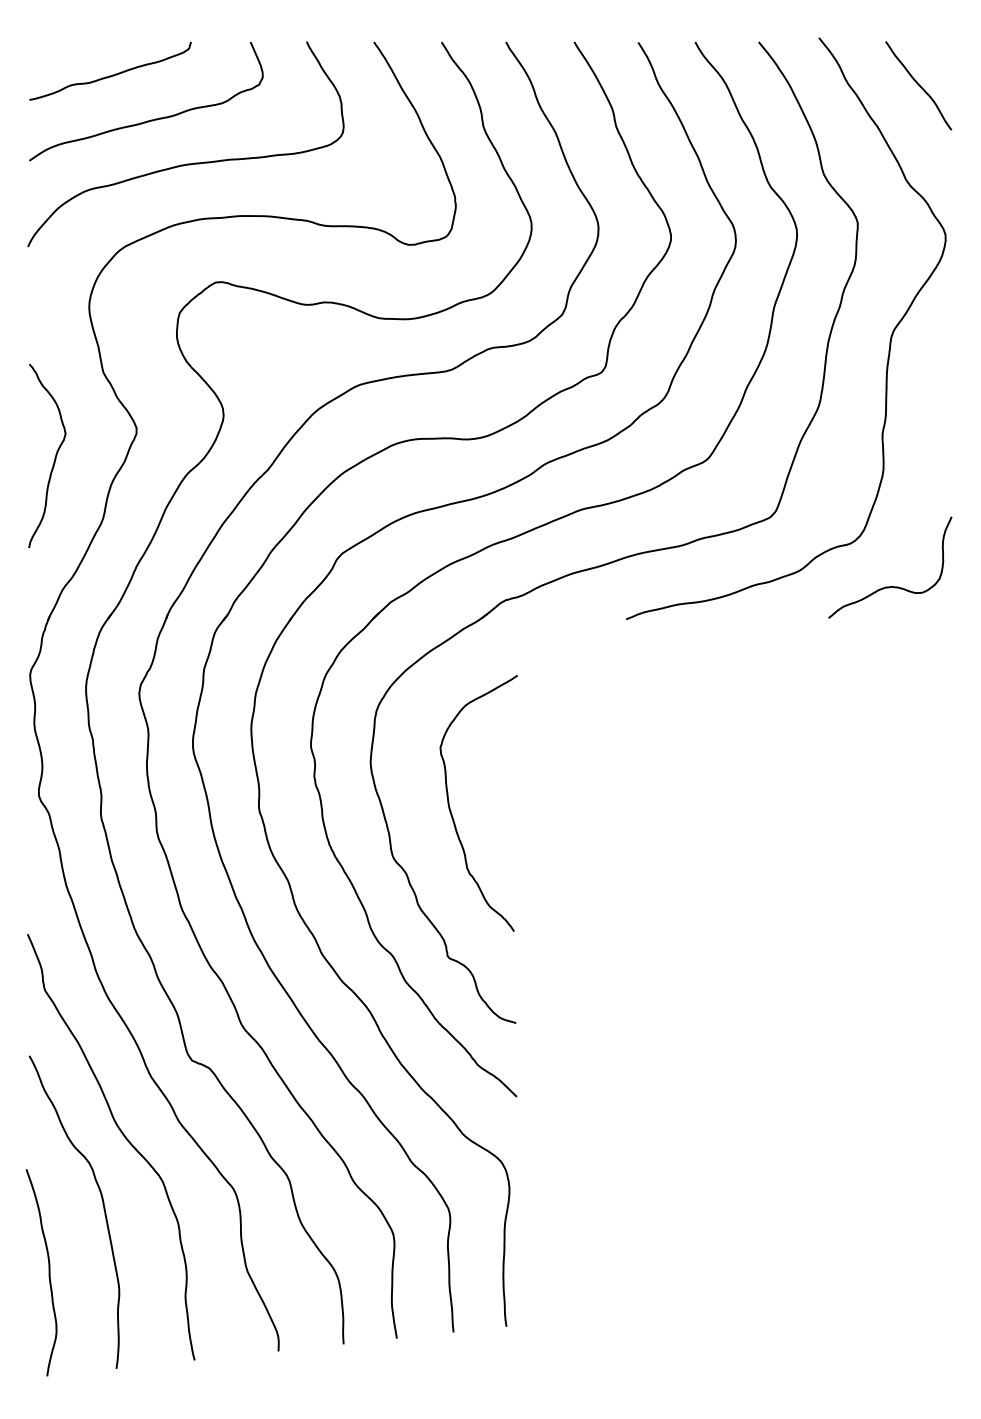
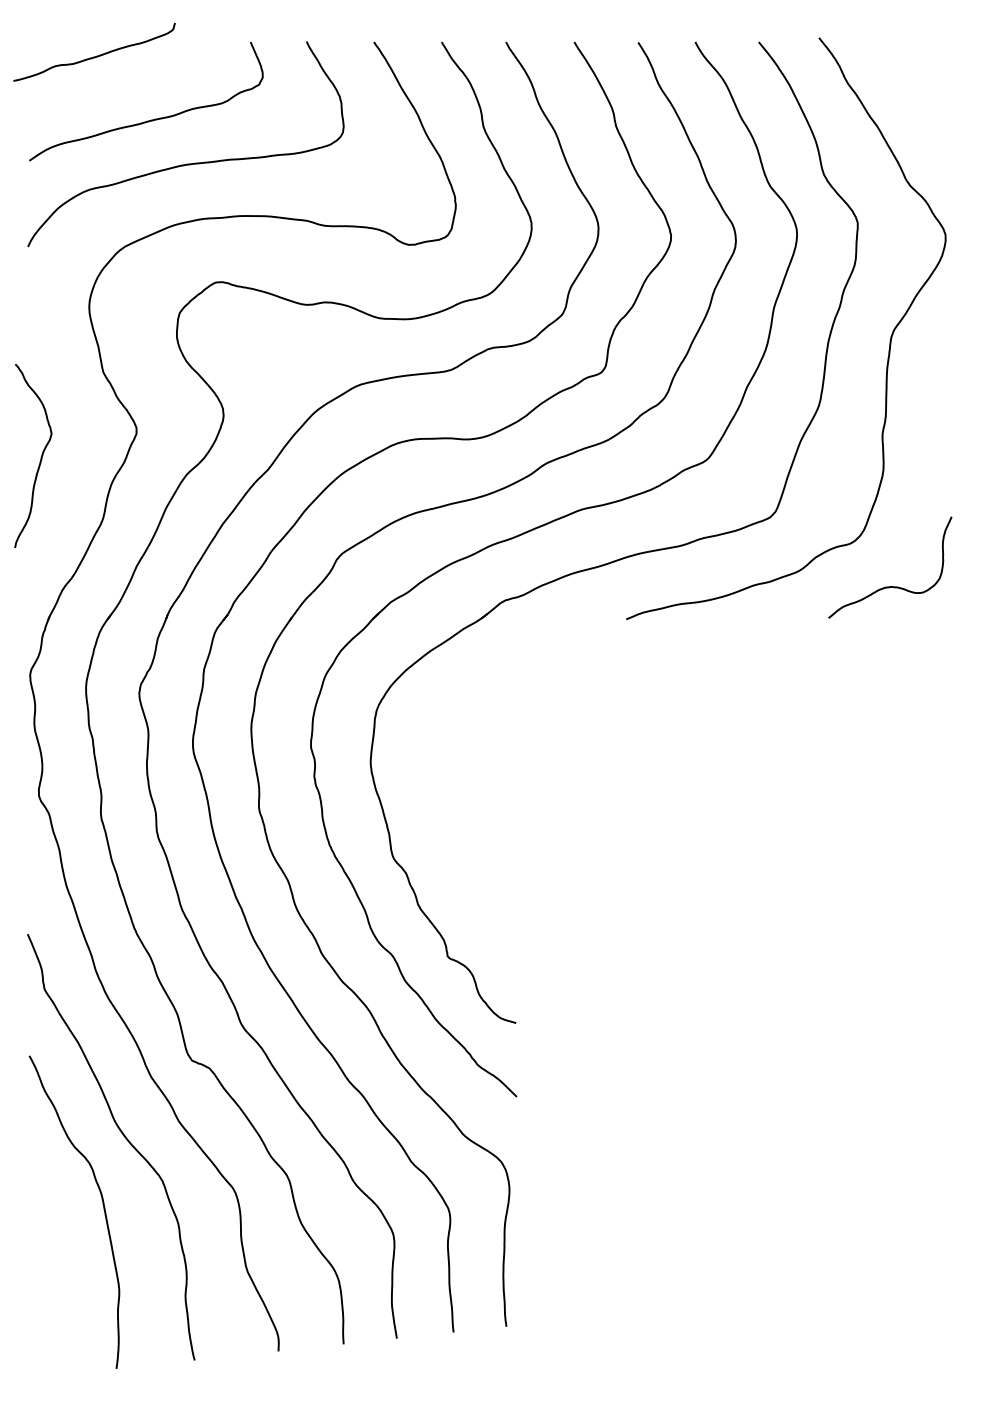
curve at (112, 74) position: (112, 74) -> (96, 55)
curve at (918, 85): present -> none
curve at (54, 457) position: (54, 457) -> (40, 457)
curve at (451, 810): present -> none
curve at (48, 1272): present -> none
